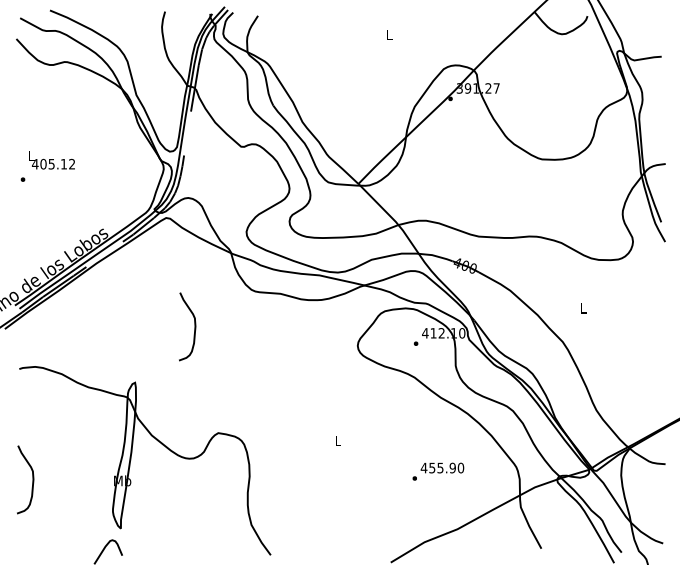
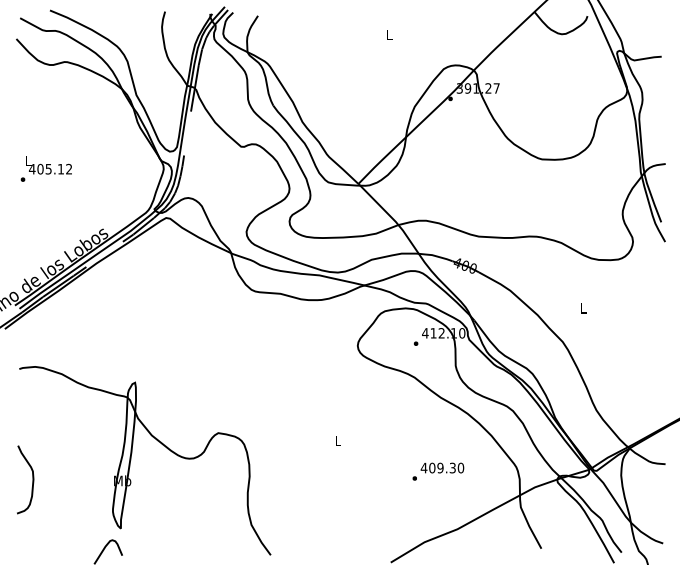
text at (51, 160) position: (51, 160) -> (48, 165)
curve at (194, 326): present -> none
text at (442, 467): 455.90 -> 409.30
